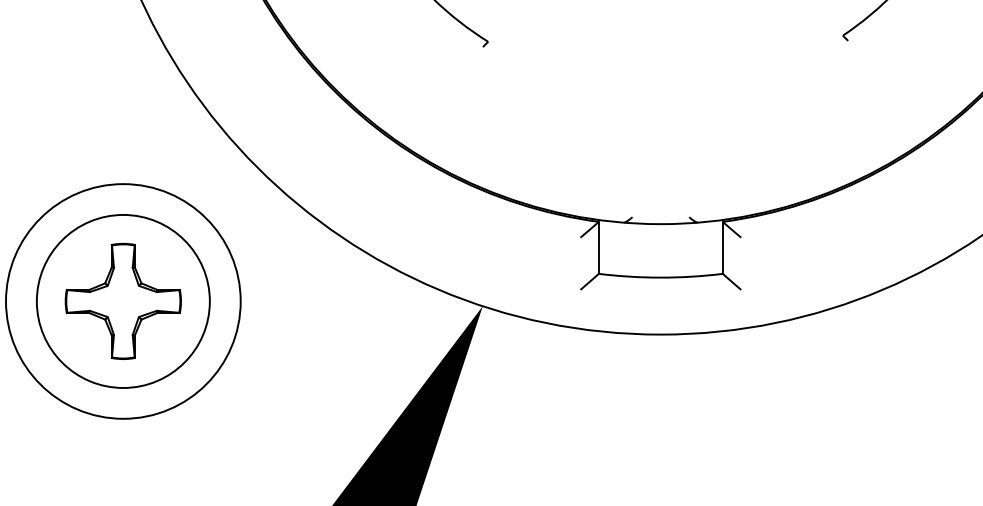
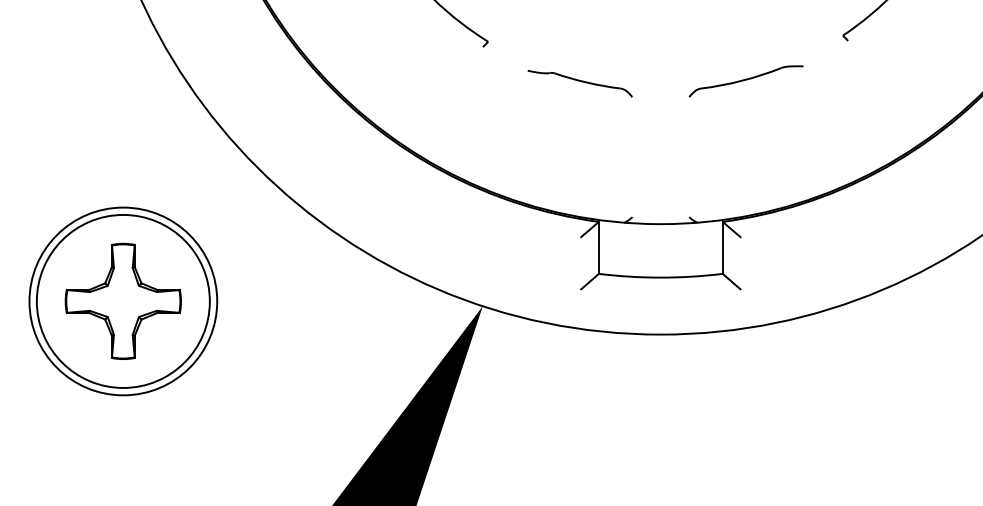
part at (745, 81): none -> present
part at (579, 83): none -> present
circle at (123, 301) diameter: 235 px -> 188 px
